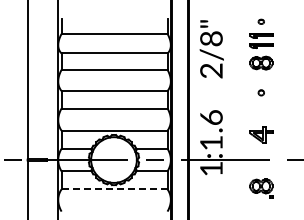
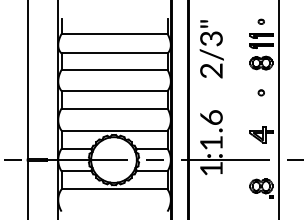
text at (211, 38): 2/8" -> 2/3"
line at (279, 109): none -> present
line at (114, 189): dashed -> solid
